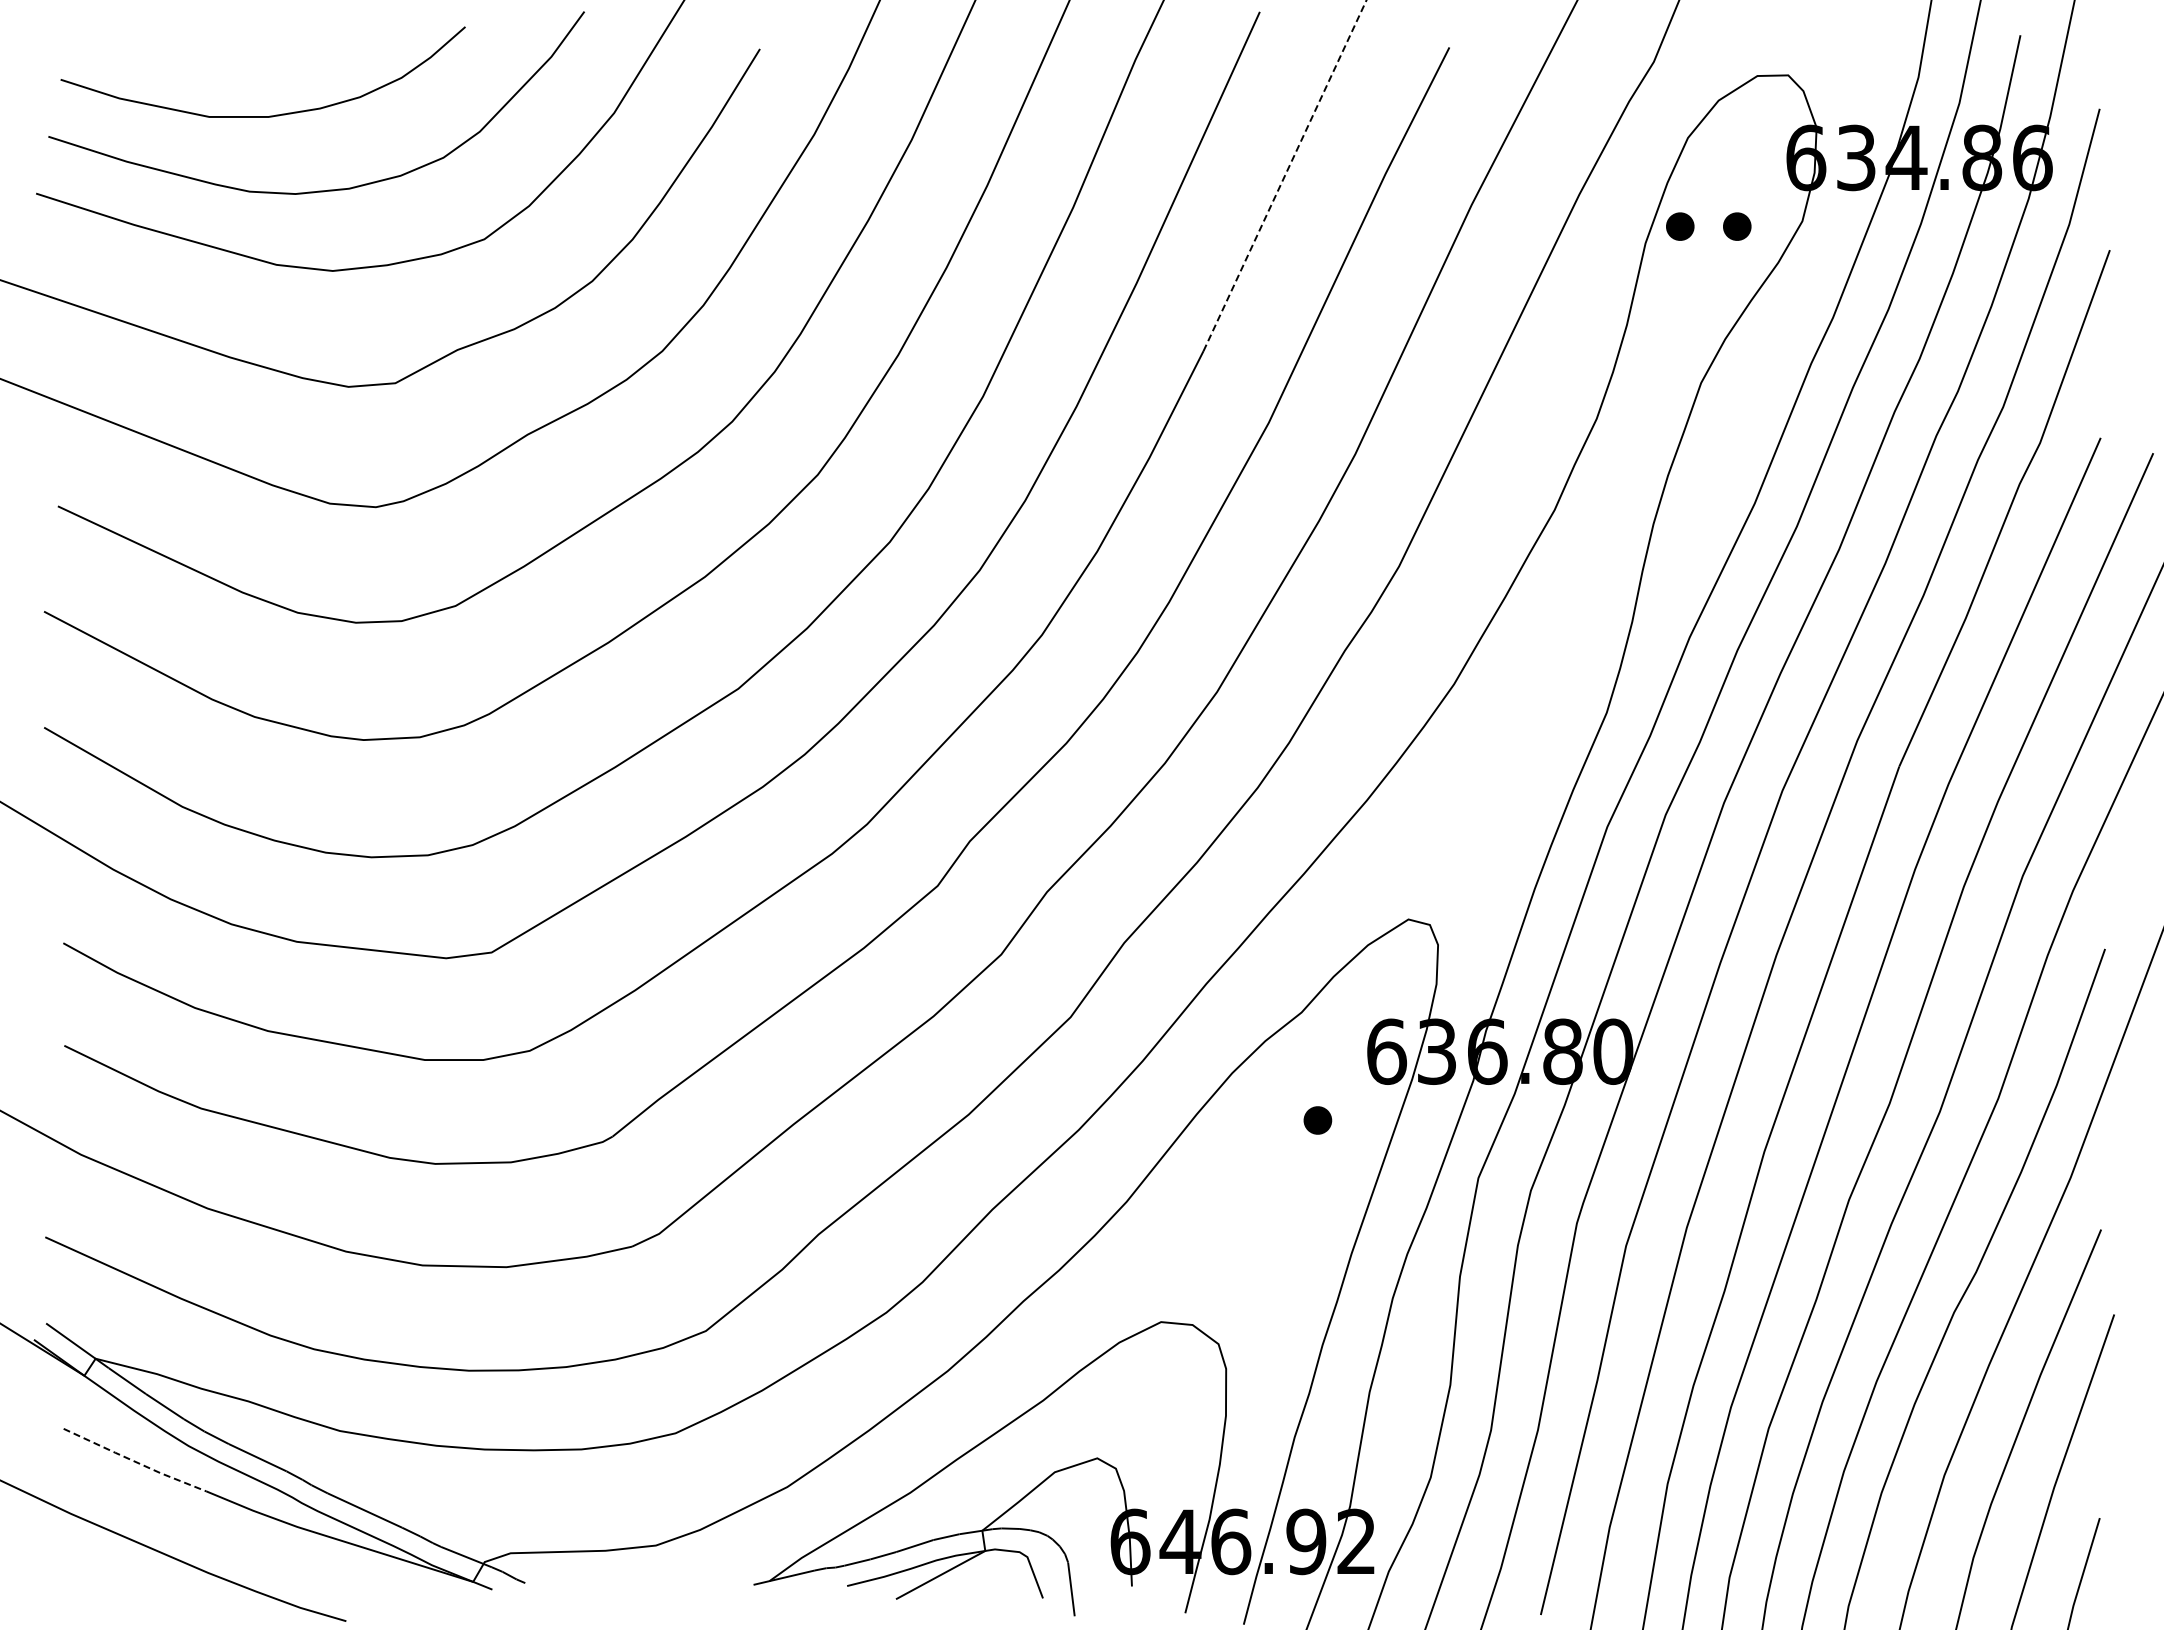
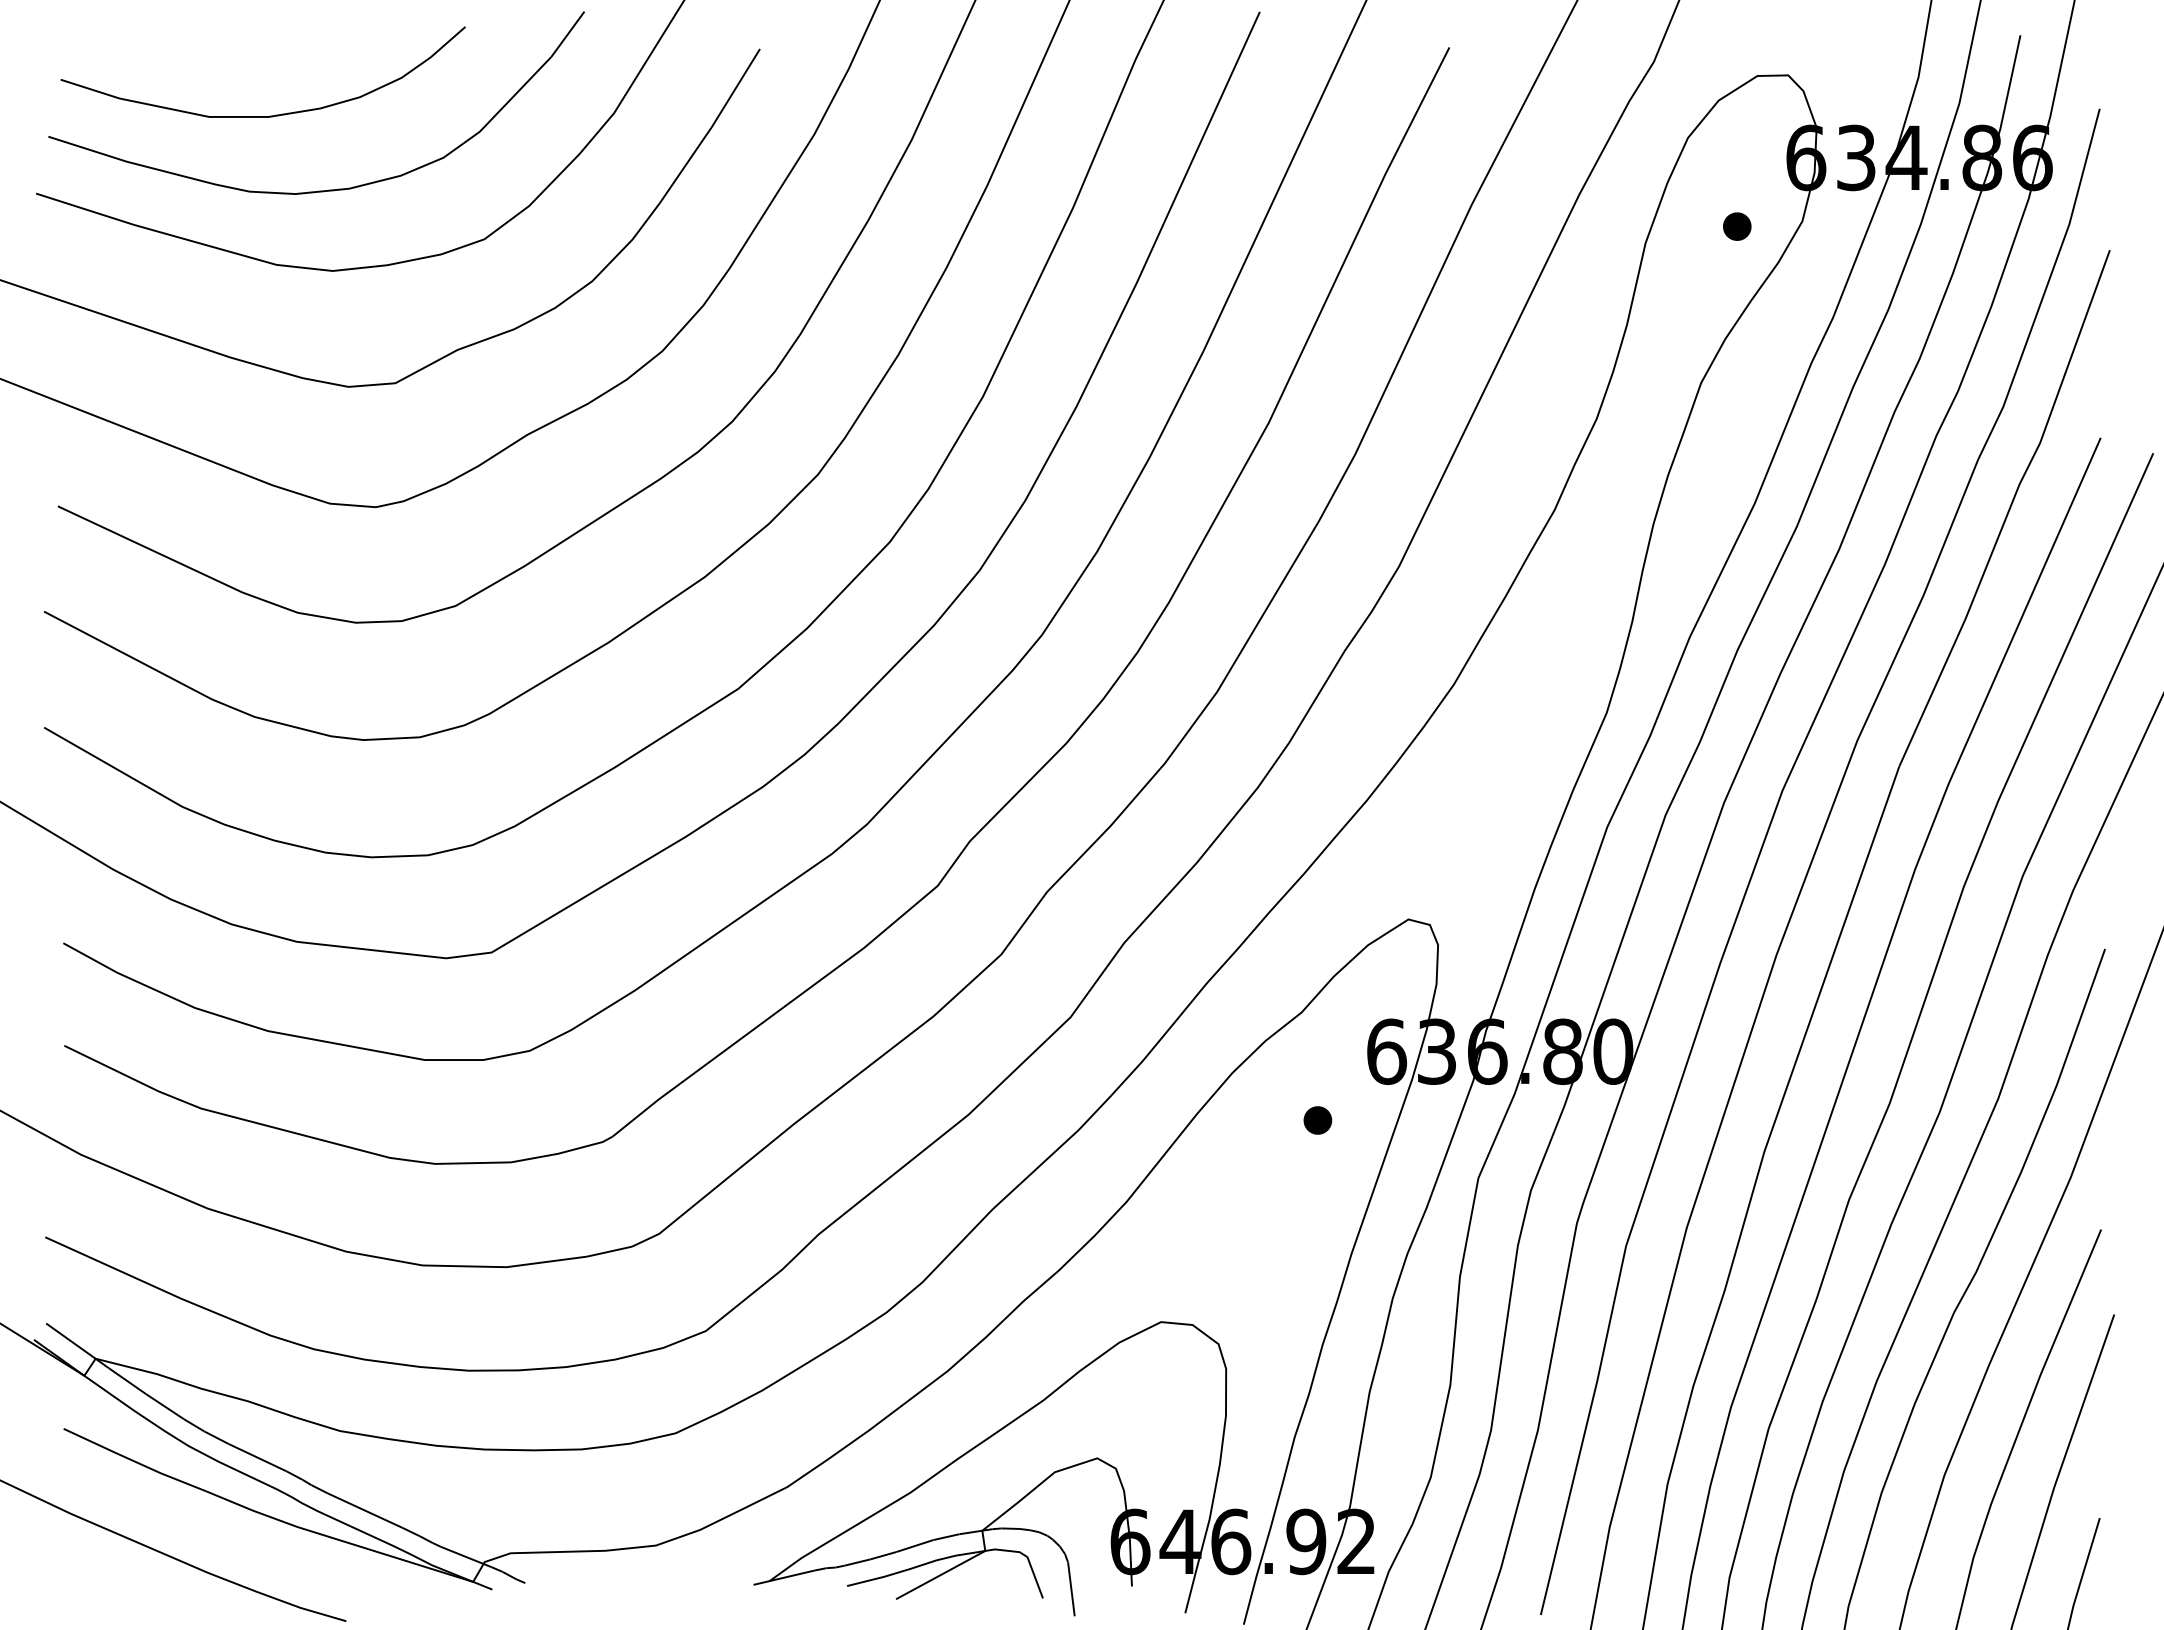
line at (1285, 175): dashed -> solid
part at (1680, 226): present -> none
line at (134, 1461): dashed -> solid
